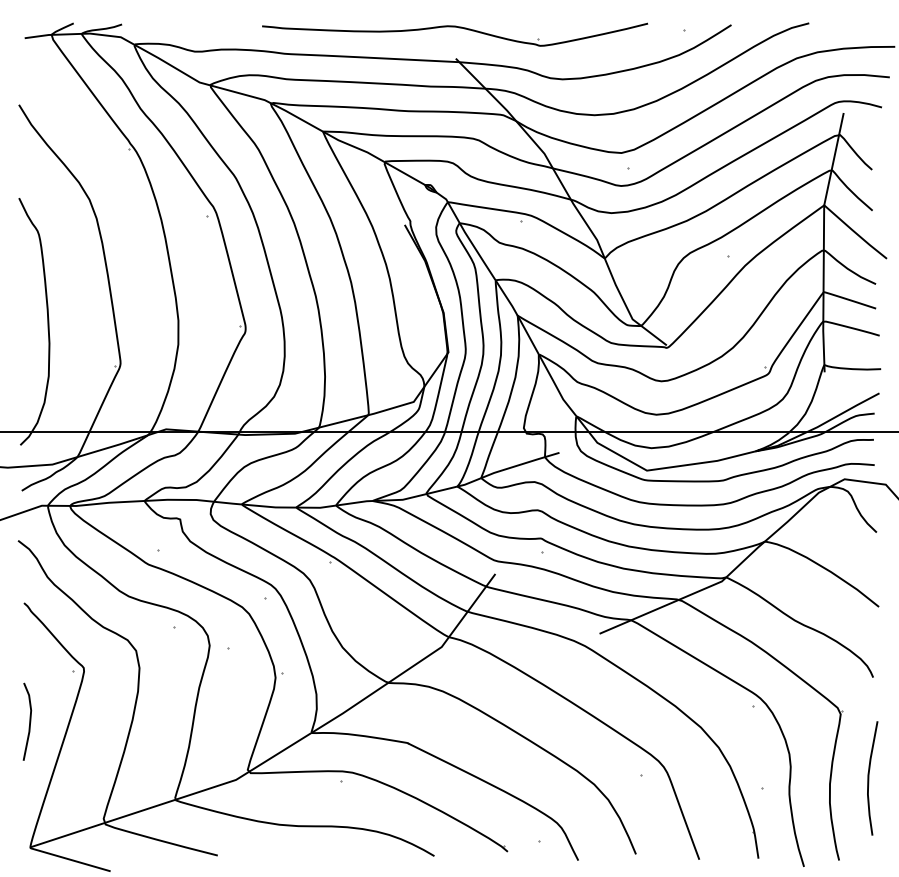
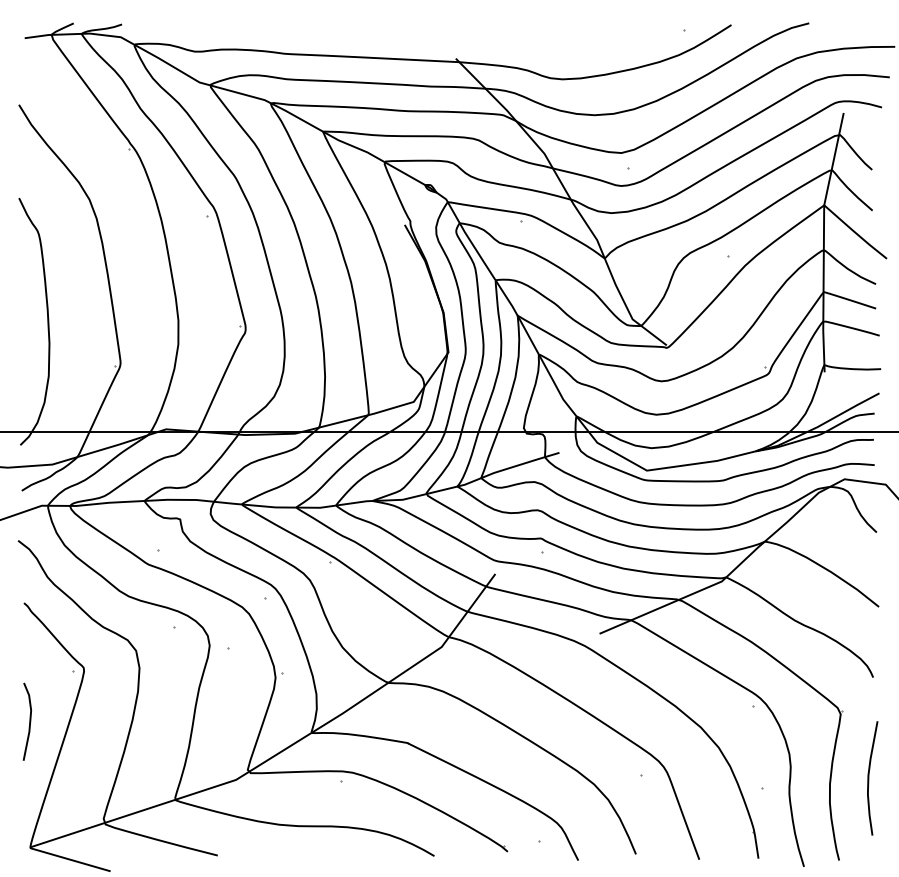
part at (458, 28): present -> none
